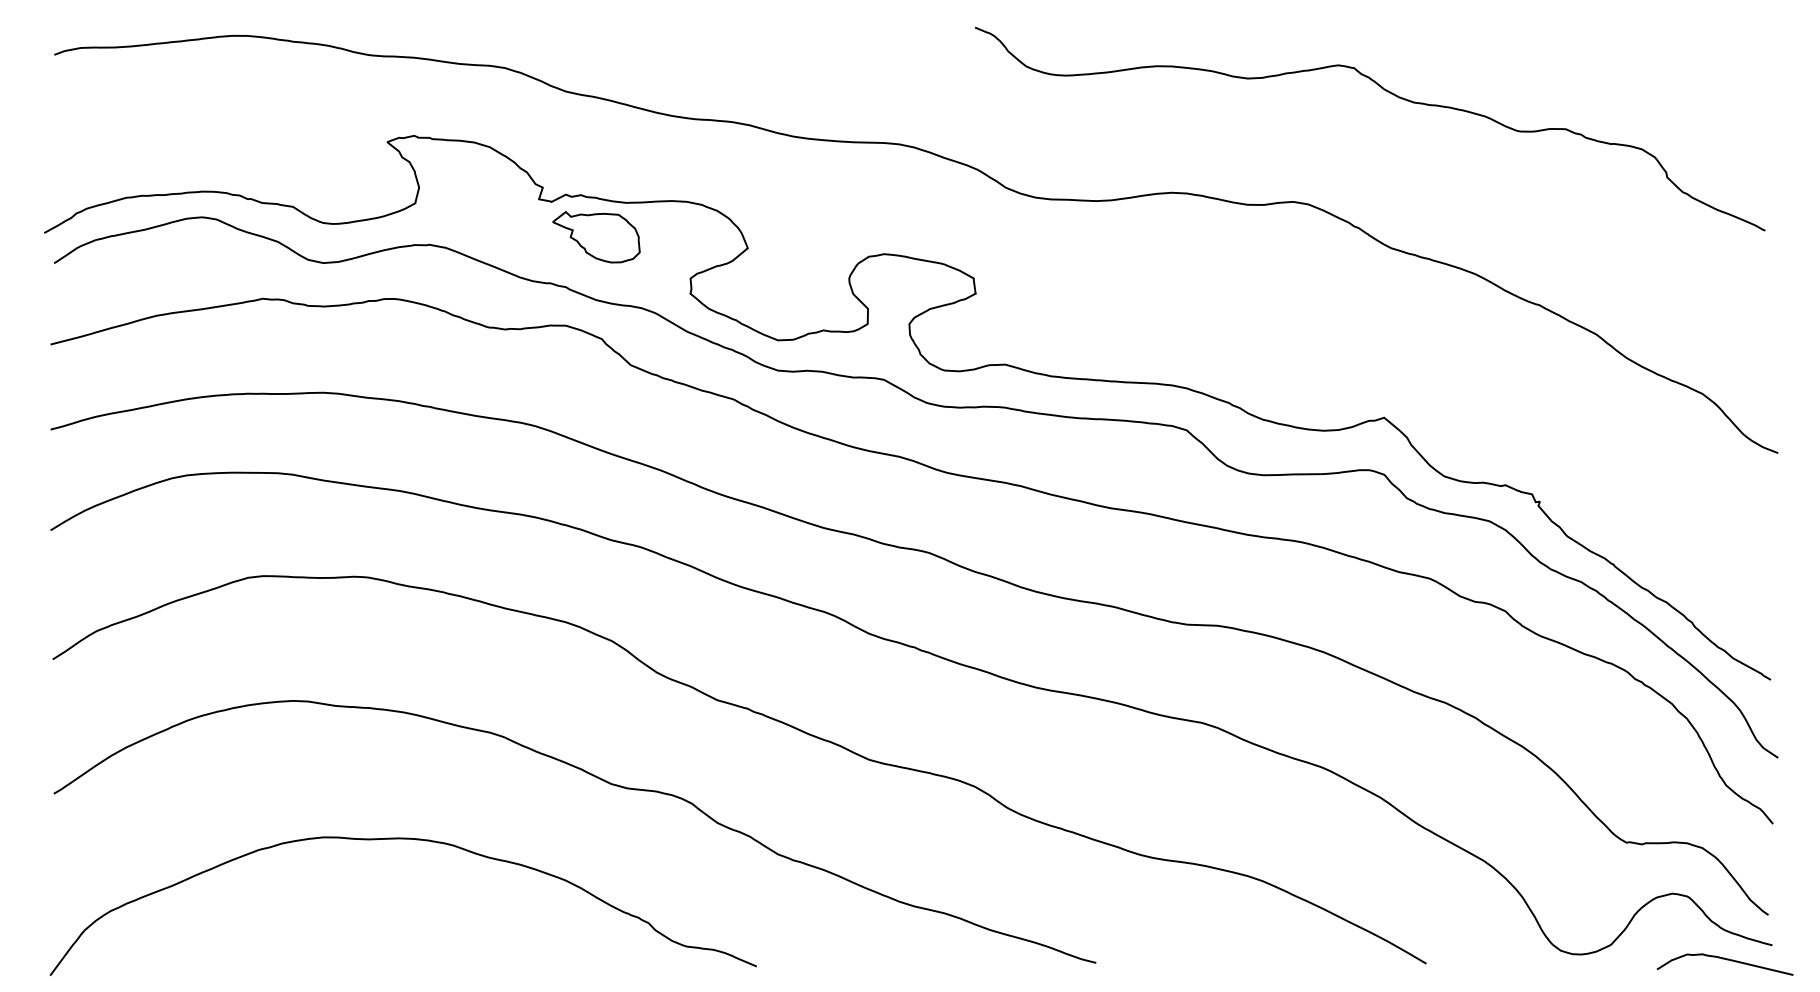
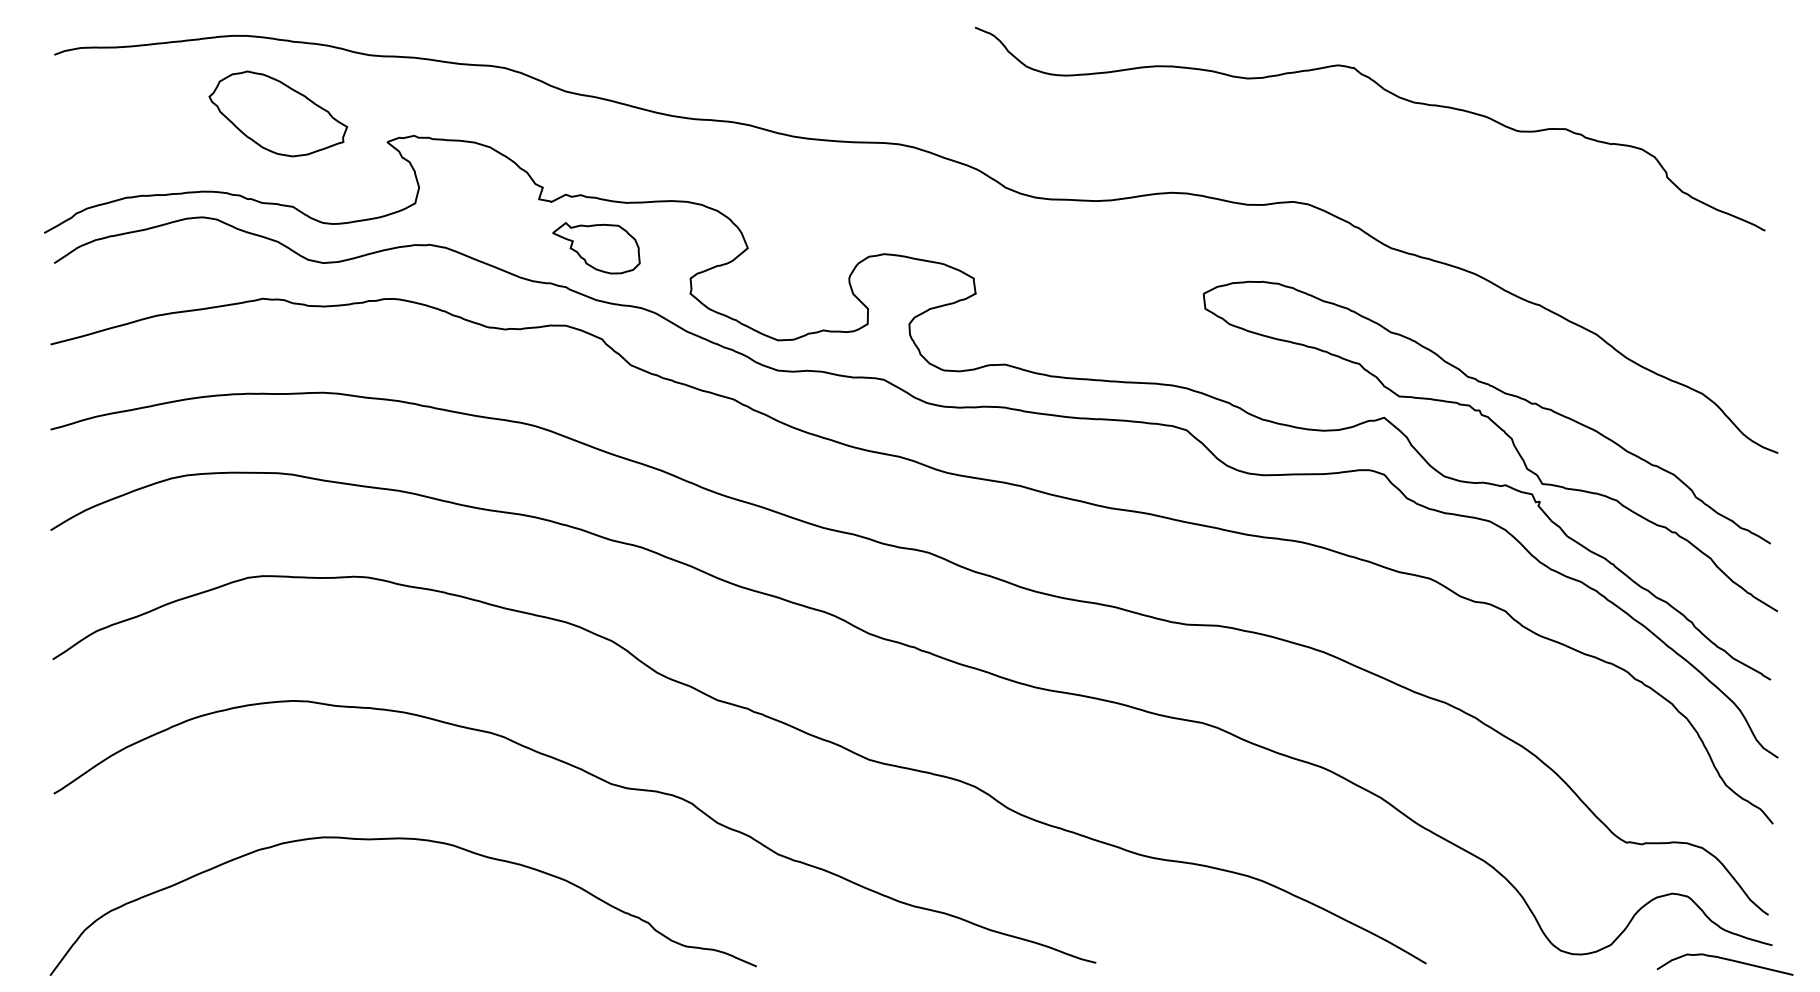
part at (278, 113): none -> present
part at (596, 237) position: (596, 237) -> (596, 248)
curve at (1503, 432): none -> present
